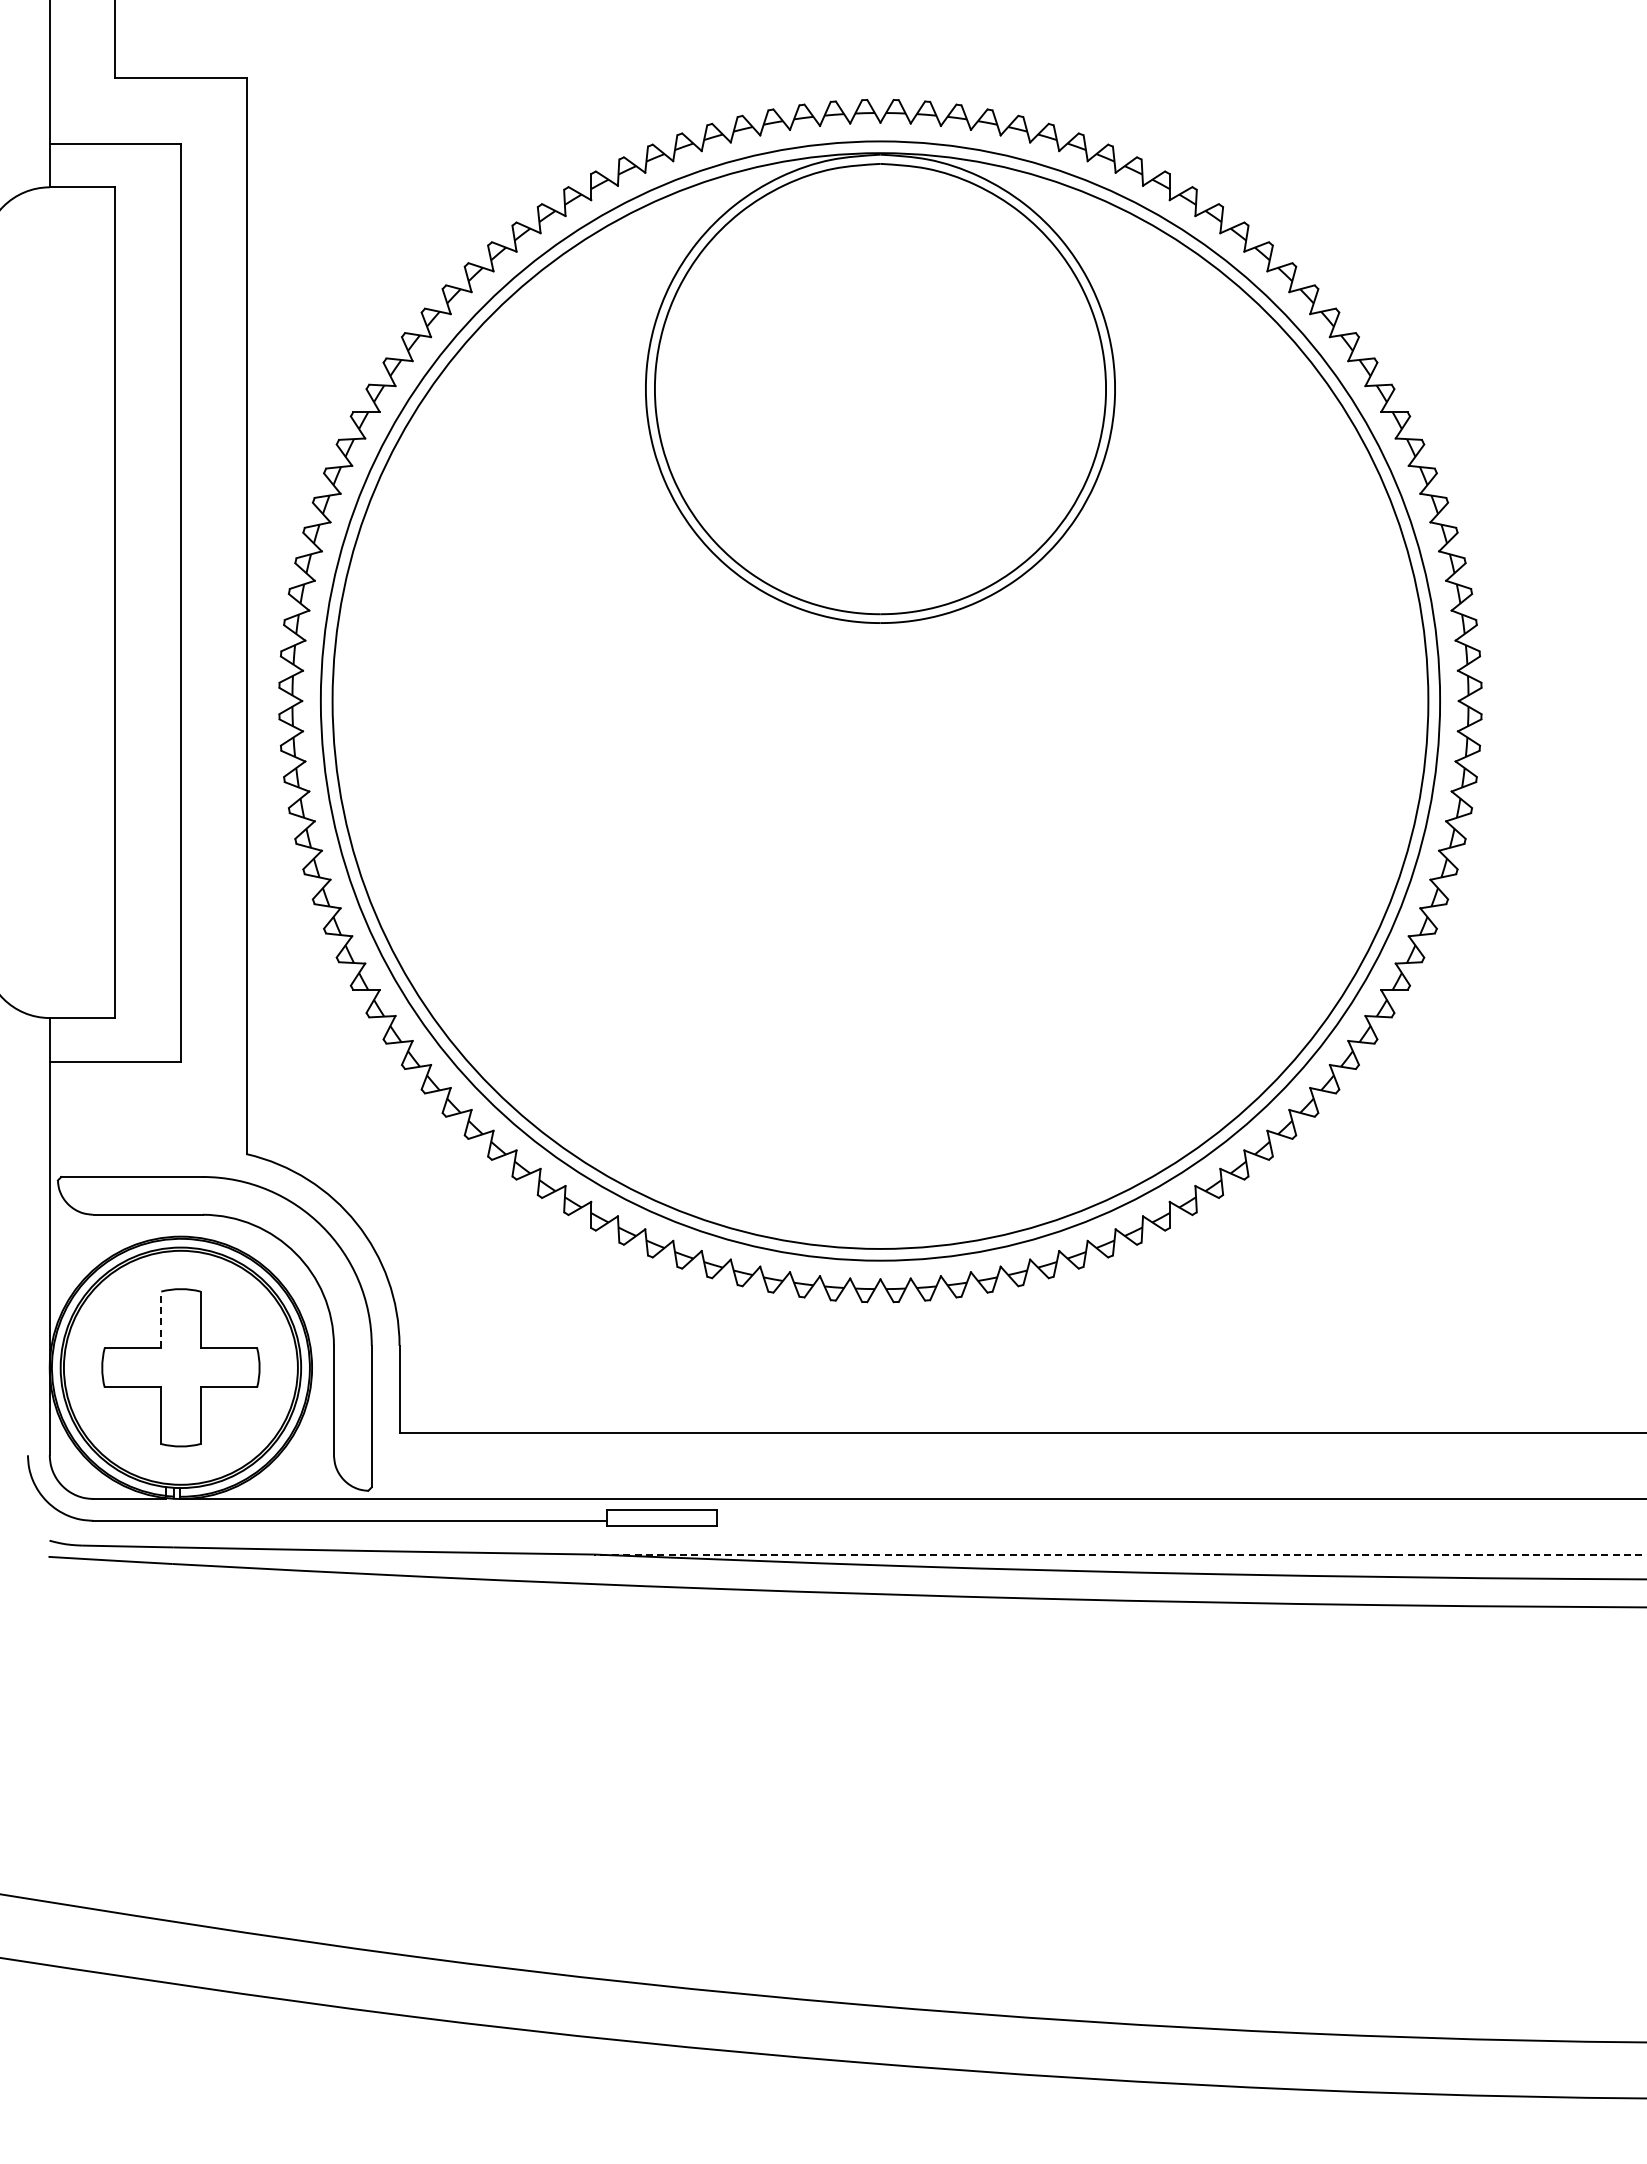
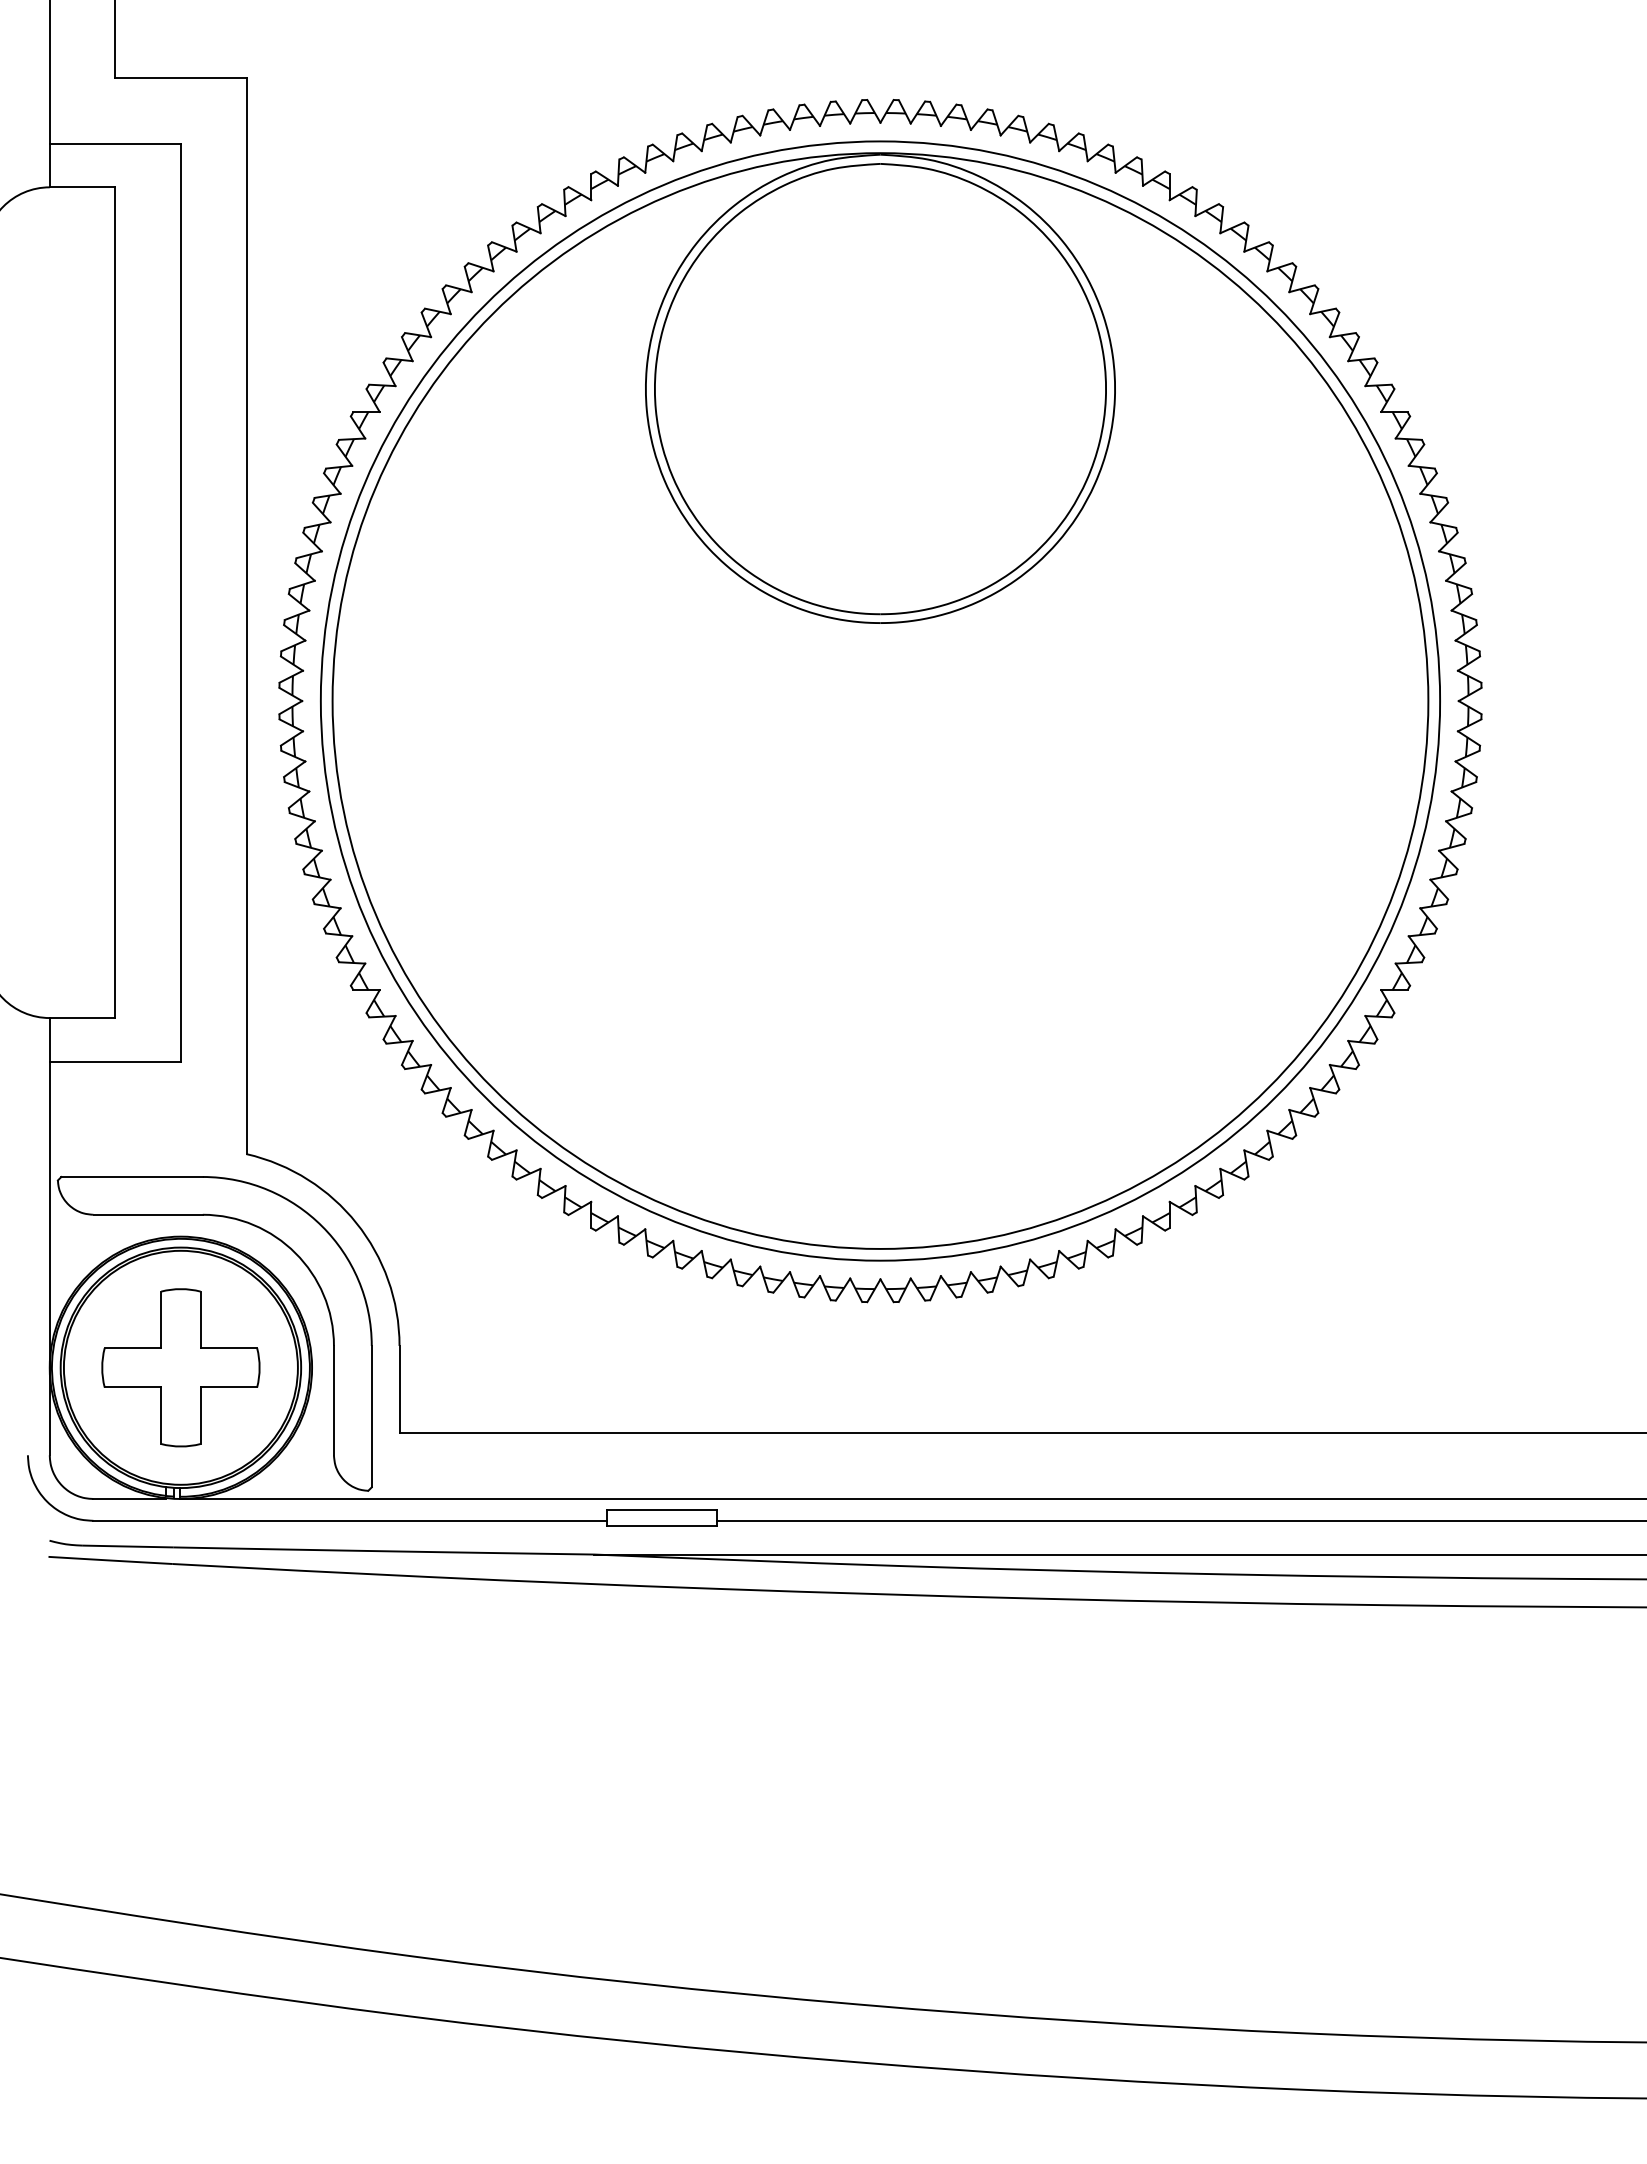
line at (161, 1319): dashed -> solid
line at (1179, 1520): none -> present
line at (1119, 1554): dashed -> solid
